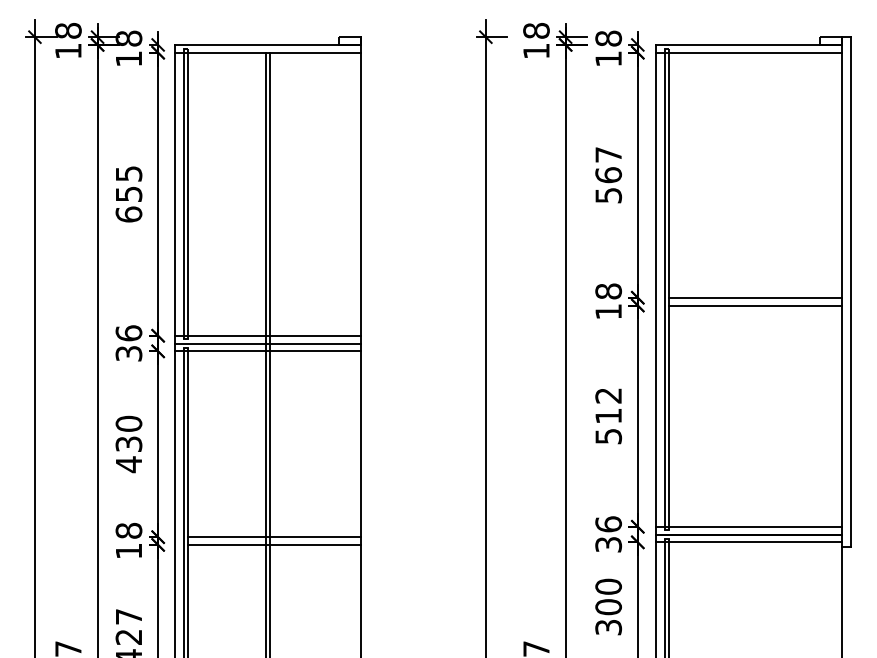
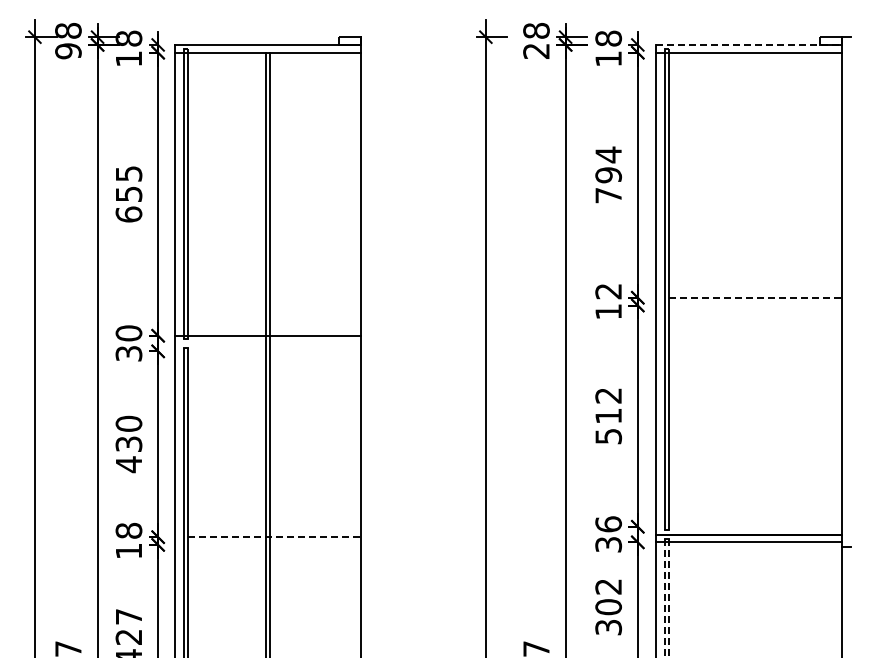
line at (749, 44): solid -> dashed
text at (68, 51): 18 -> 98
text at (536, 51): 18 -> 28
text at (608, 174): 567 -> 794
text at (608, 291): 18 -> 12
line at (850, 291): present -> none
line at (755, 297): solid -> dashed
line at (755, 305): present -> none
text at (128, 333): 36 -> 30
line at (268, 343): present -> none
line at (268, 351): present -> none
line at (749, 526): present -> none
line at (274, 537): solid -> dashed
line at (274, 544): present -> none
text at (608, 586): 300 -> 302
line at (668, 657): solid -> dashed
